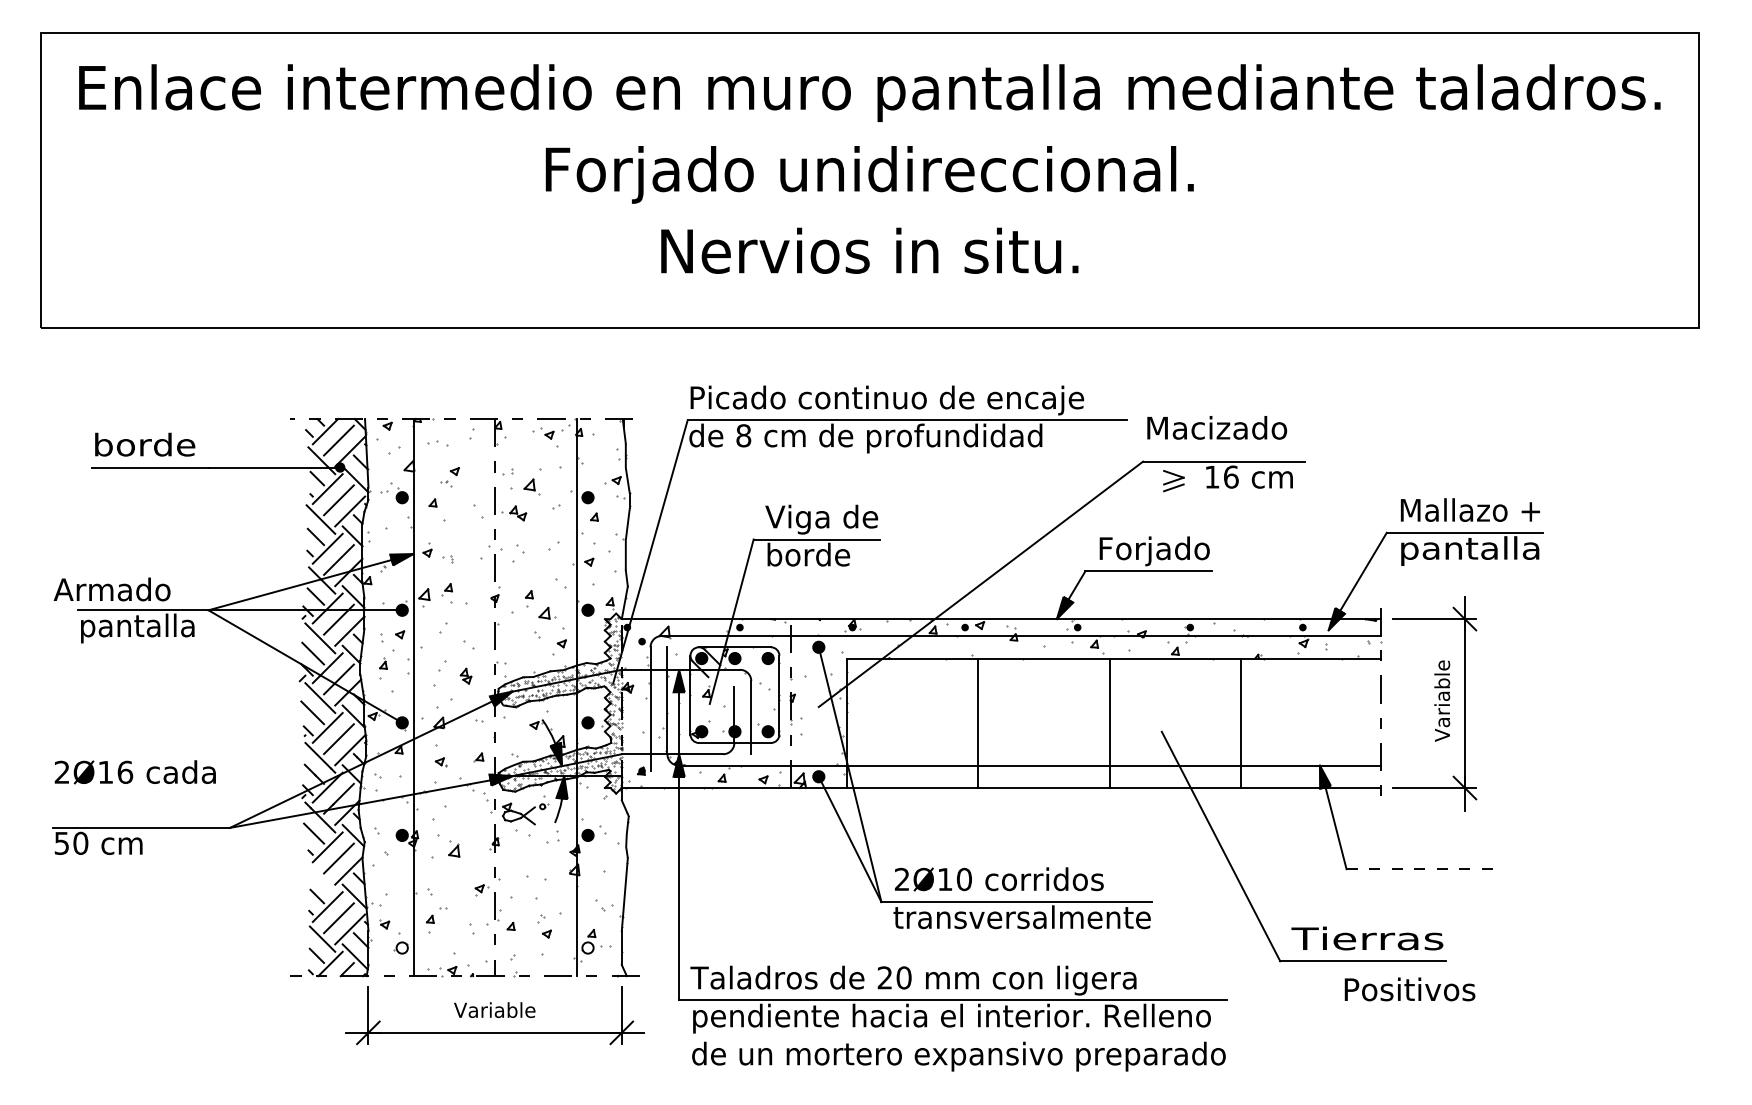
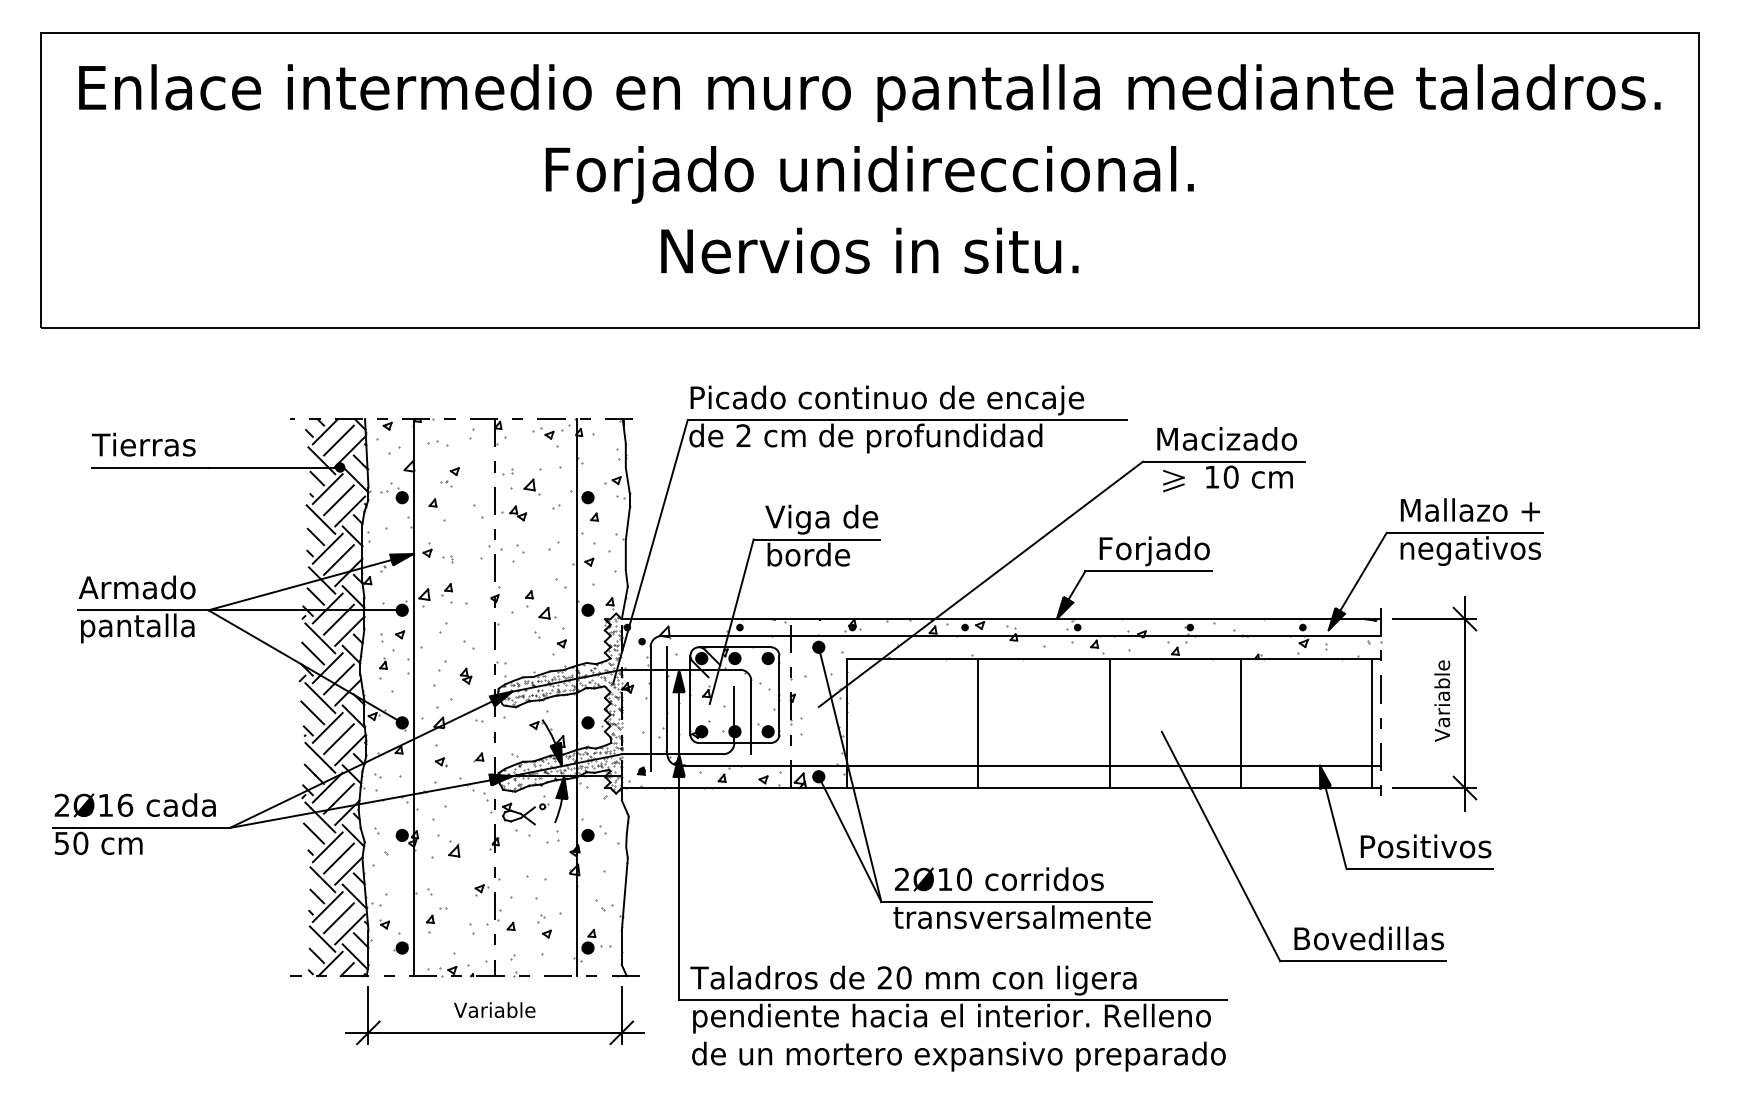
text at (1217, 427) position: (1217, 427) -> (1227, 438)
text at (743, 435): 8 -> 2
text at (143, 444): borde -> Tierras
text at (1230, 476): 16 -> 10
text at (1470, 550): pantalla -> negativos
text at (111, 589) position: (111, 589) -> (136, 587)
line at (1372, 723): none -> present
text at (134, 772) position: (134, 772) -> (134, 805)
line at (1420, 869): dashed -> solid
line at (322, 879): none -> present
text at (1367, 938): Tierras -> Bovedillas
fill at (401, 947): none -> present
fill at (587, 947): none -> present
text at (1409, 989) position: (1409, 989) -> (1425, 846)
